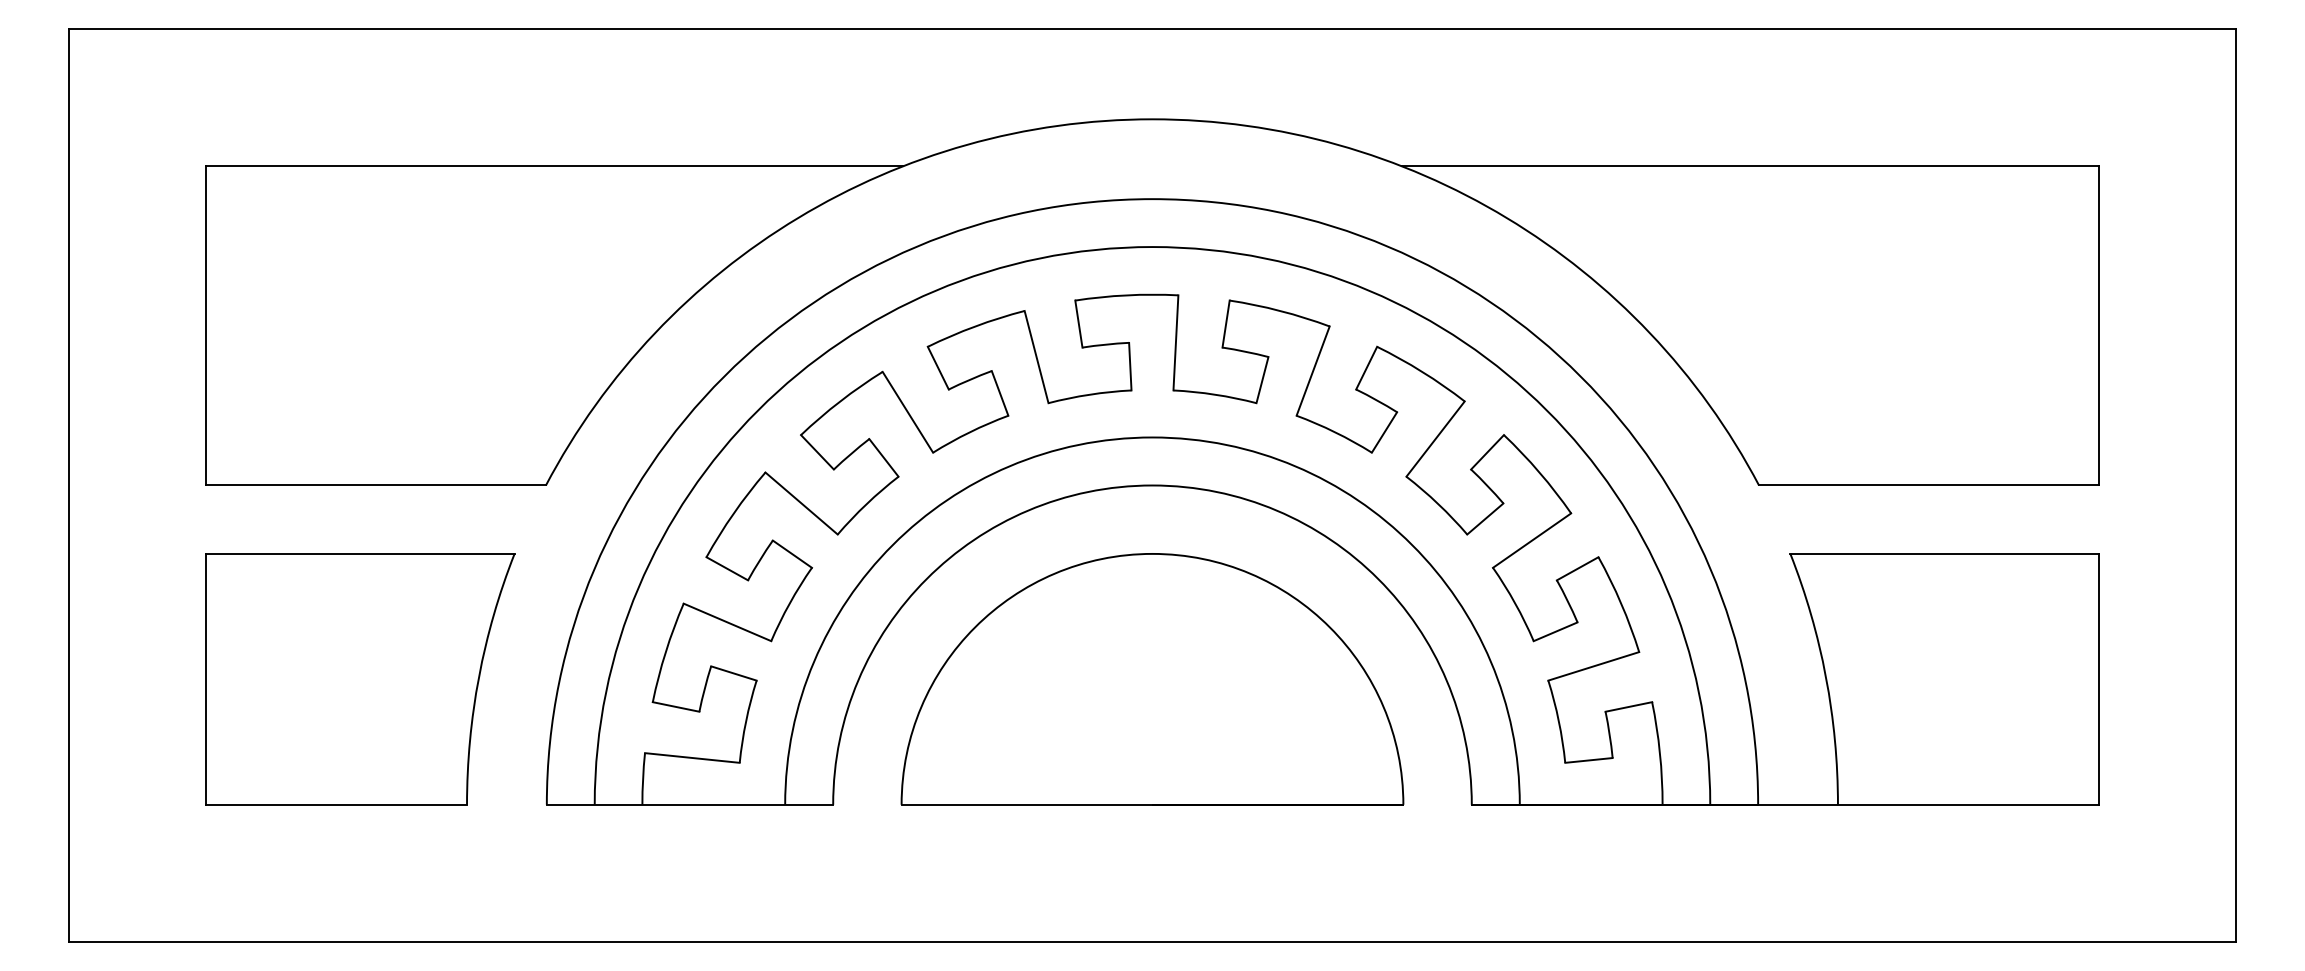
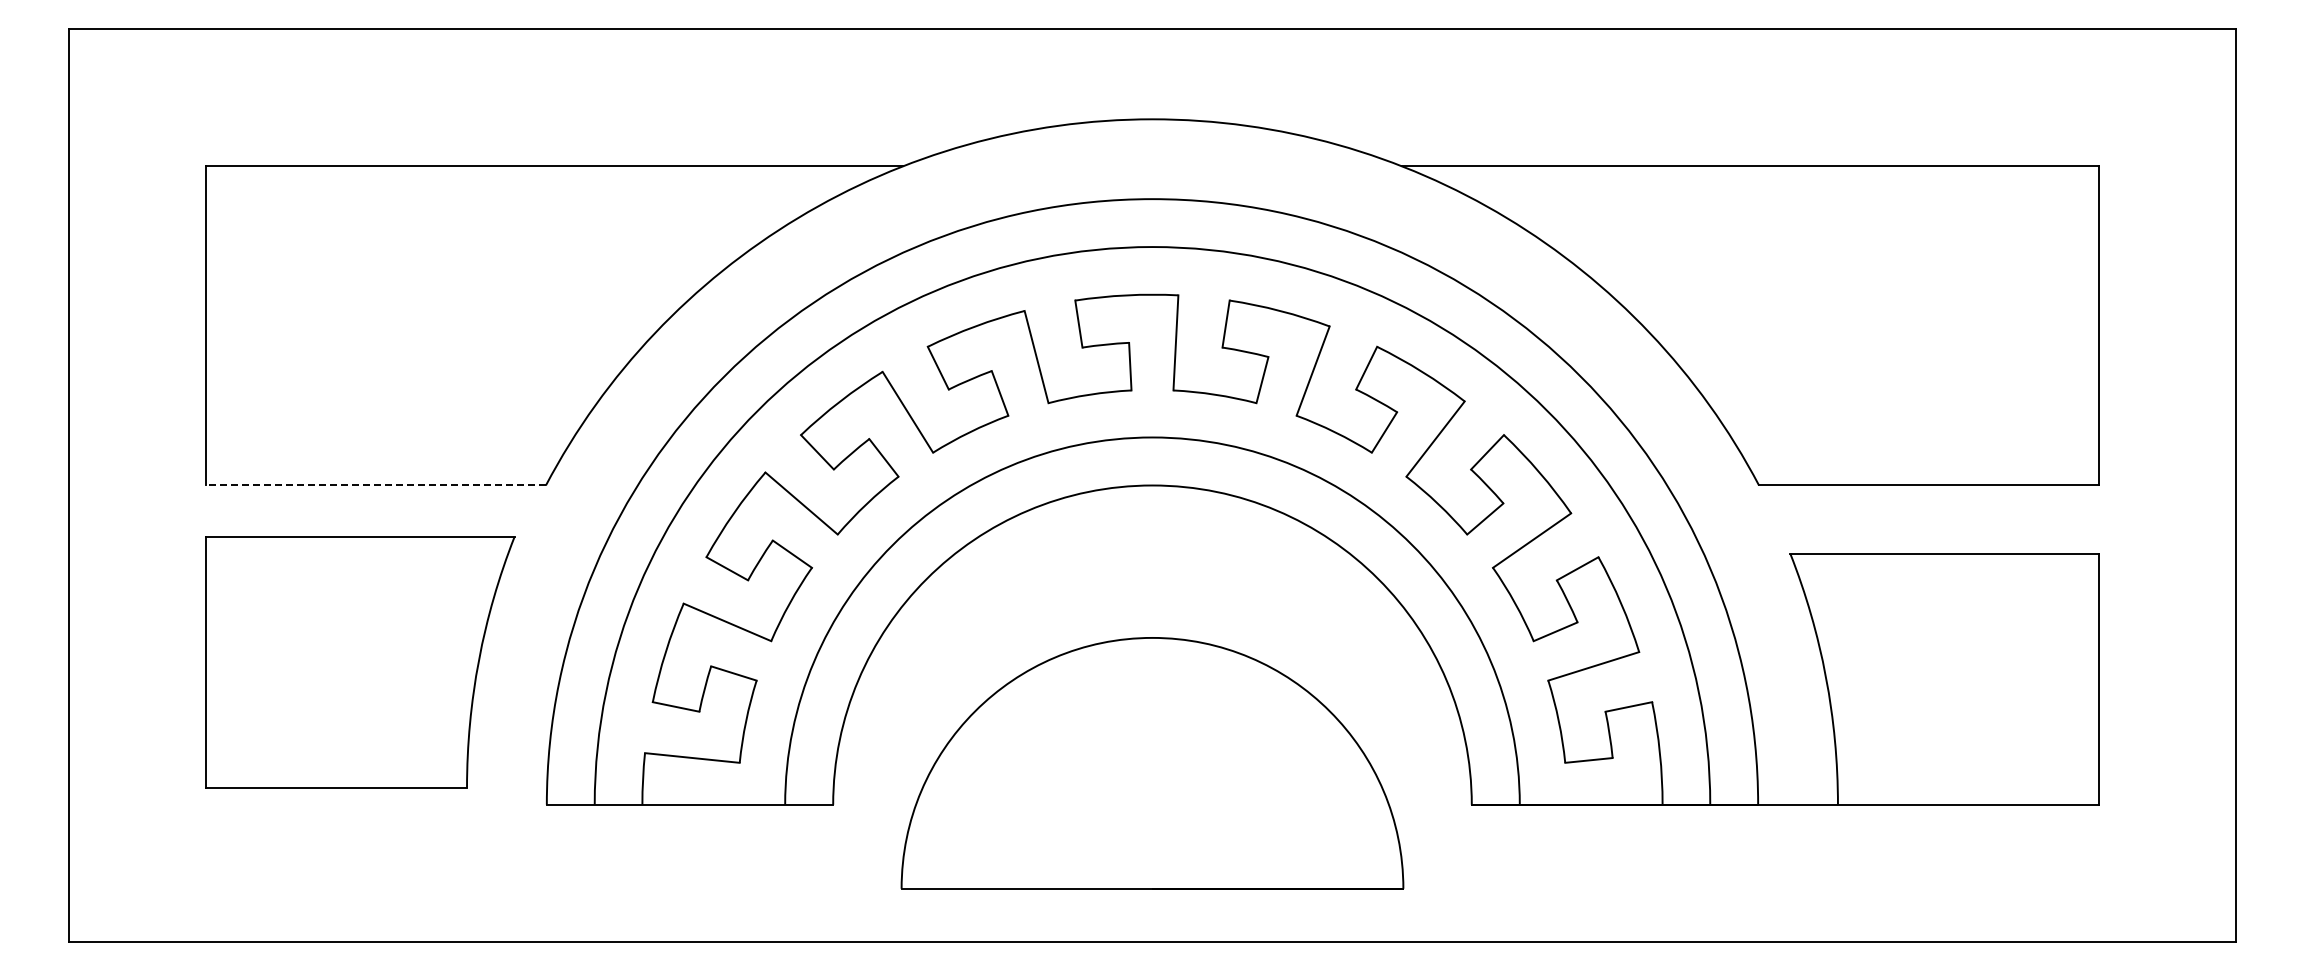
line at (375, 485): solid -> dashed
part at (360, 679) position: (360, 679) -> (360, 662)
part at (1152, 679) position: (1152, 679) -> (1152, 763)
